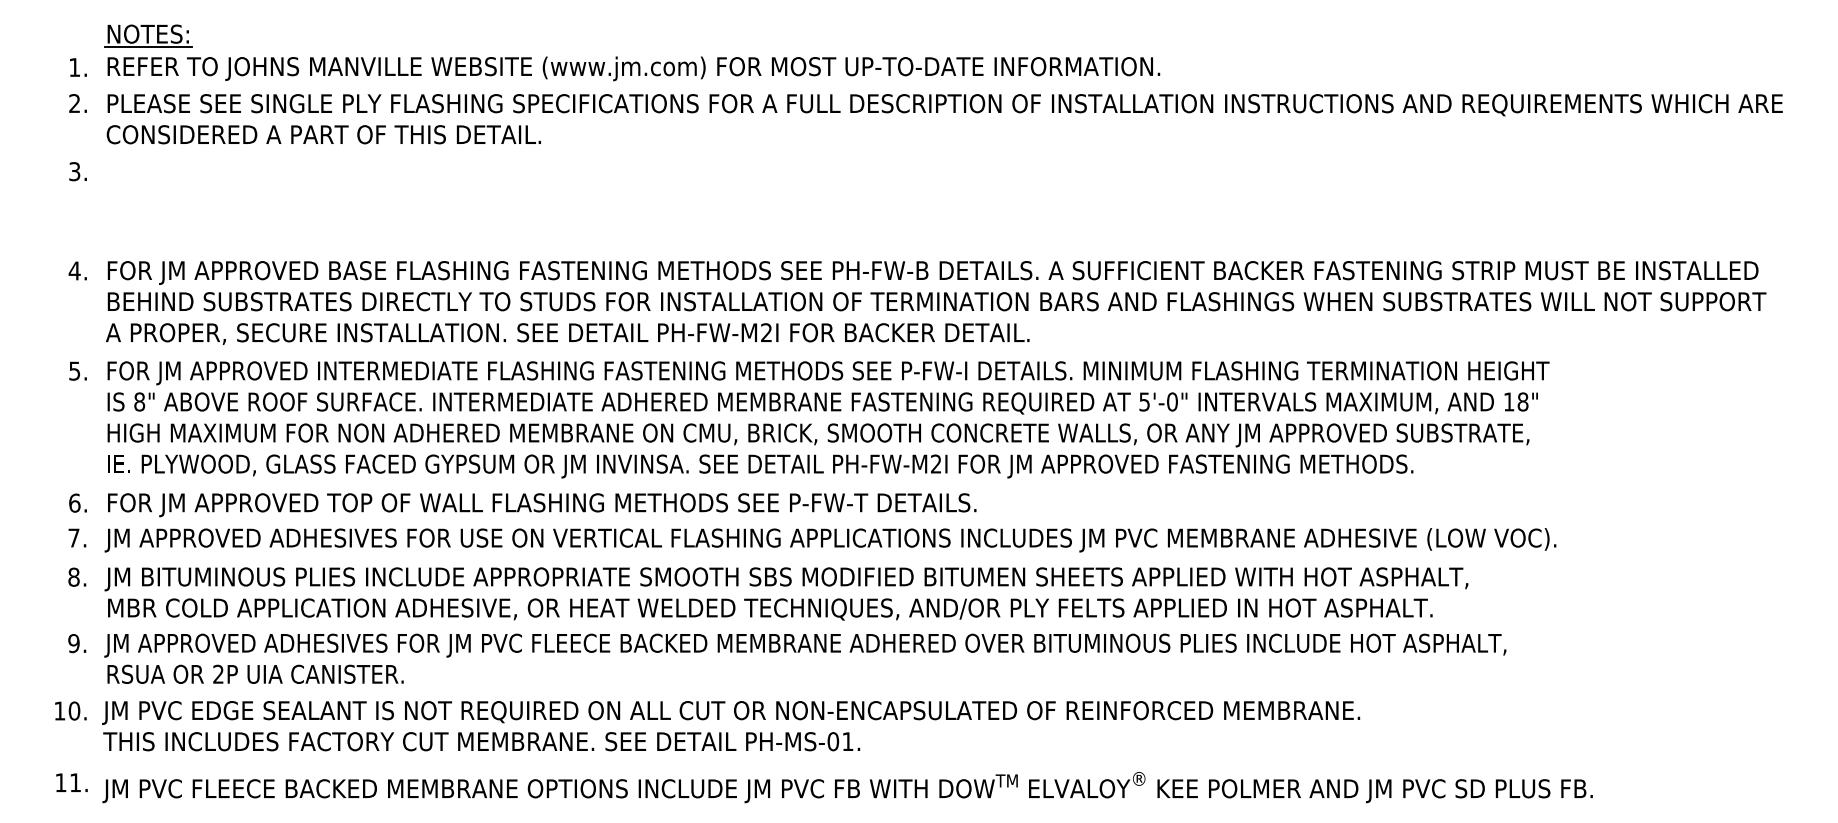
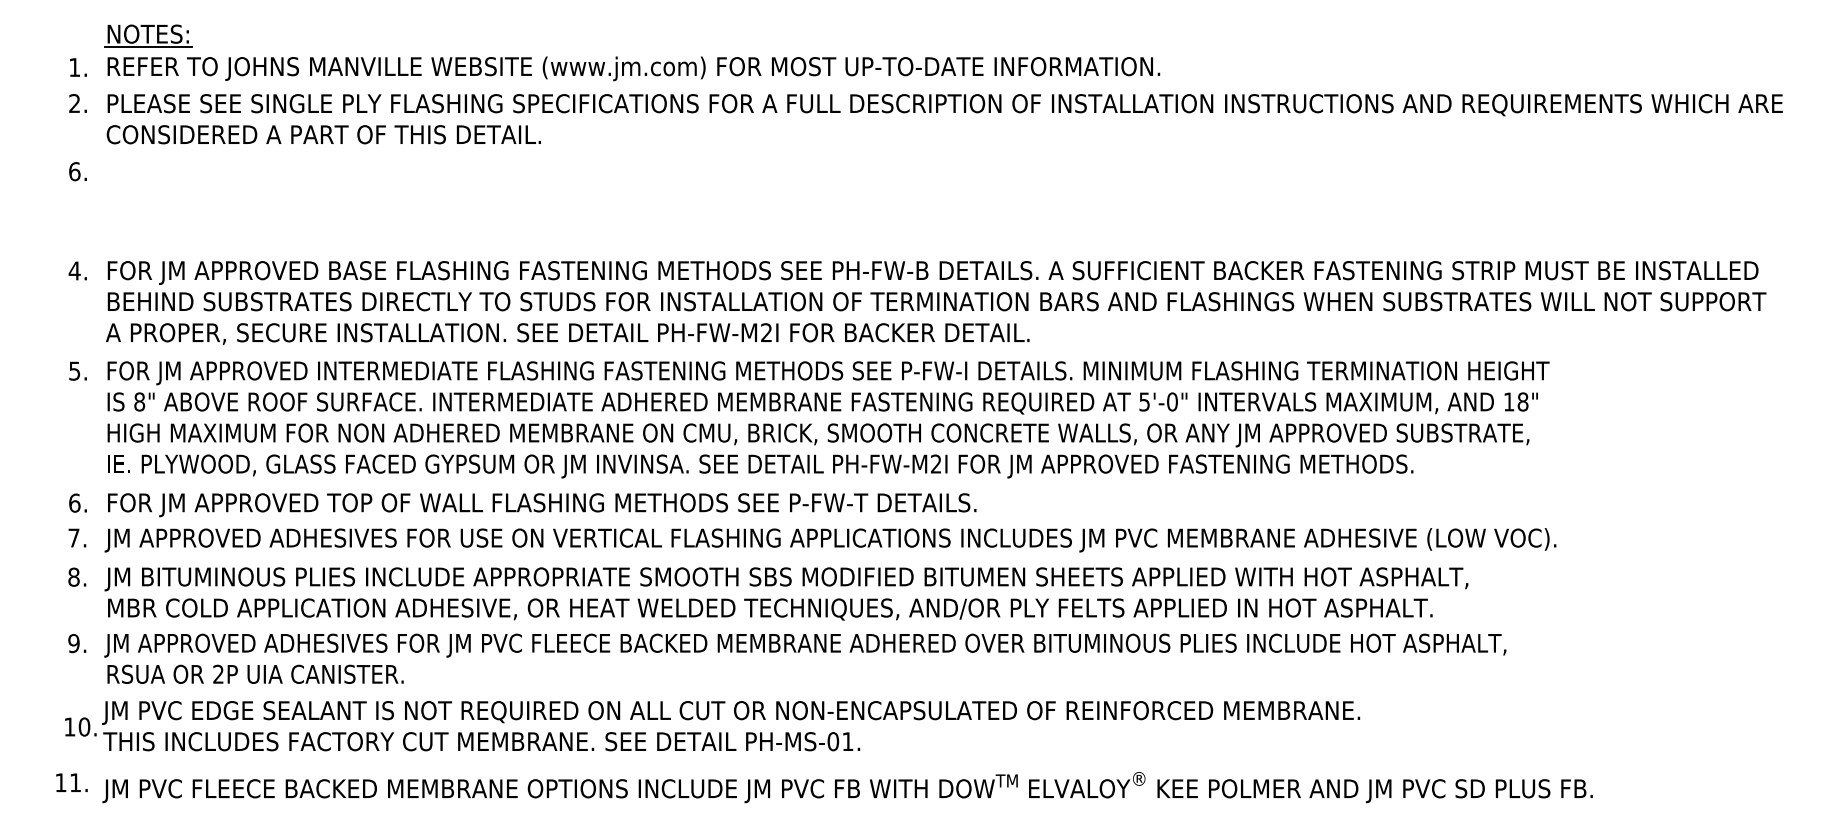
text at (74, 171): 3. -> 6.
text at (70, 710) position: (70, 710) -> (80, 726)
